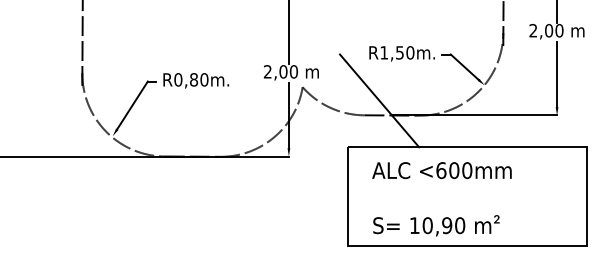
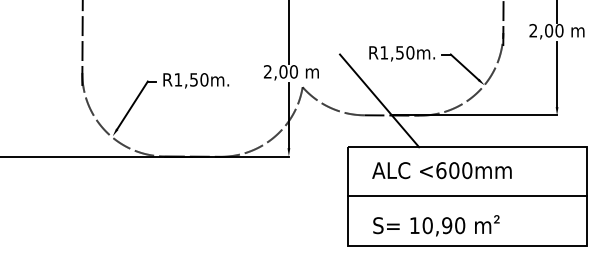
text at (186, 79): R0,80m. -> R1,50m.
line at (466, 196): none -> present
